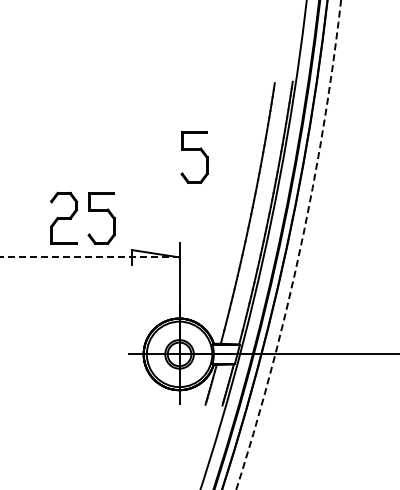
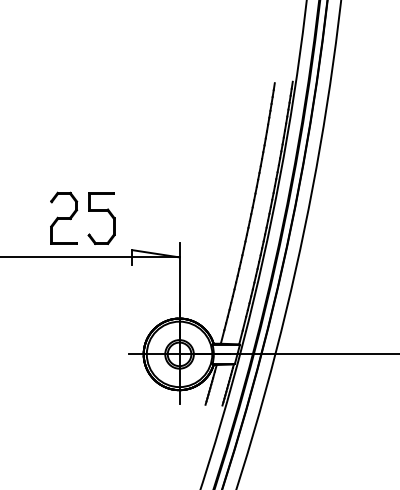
part at (194, 150): present -> none
arc at (300, 249): dashed -> solid
line at (89, 257): dashed -> solid
